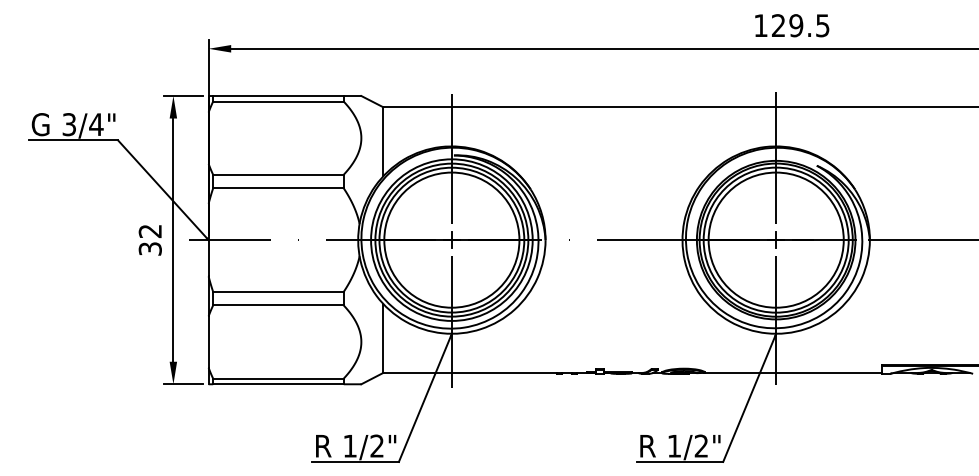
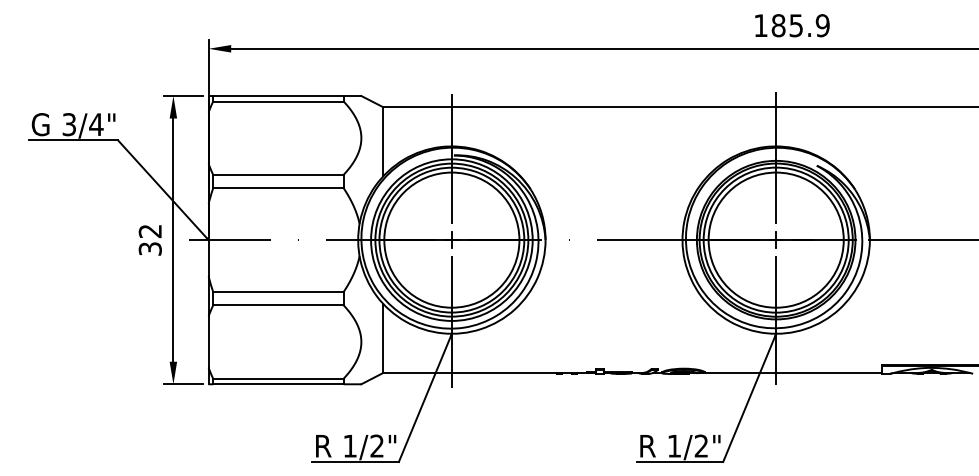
text at (800, 25): 129.5 -> 185.9
